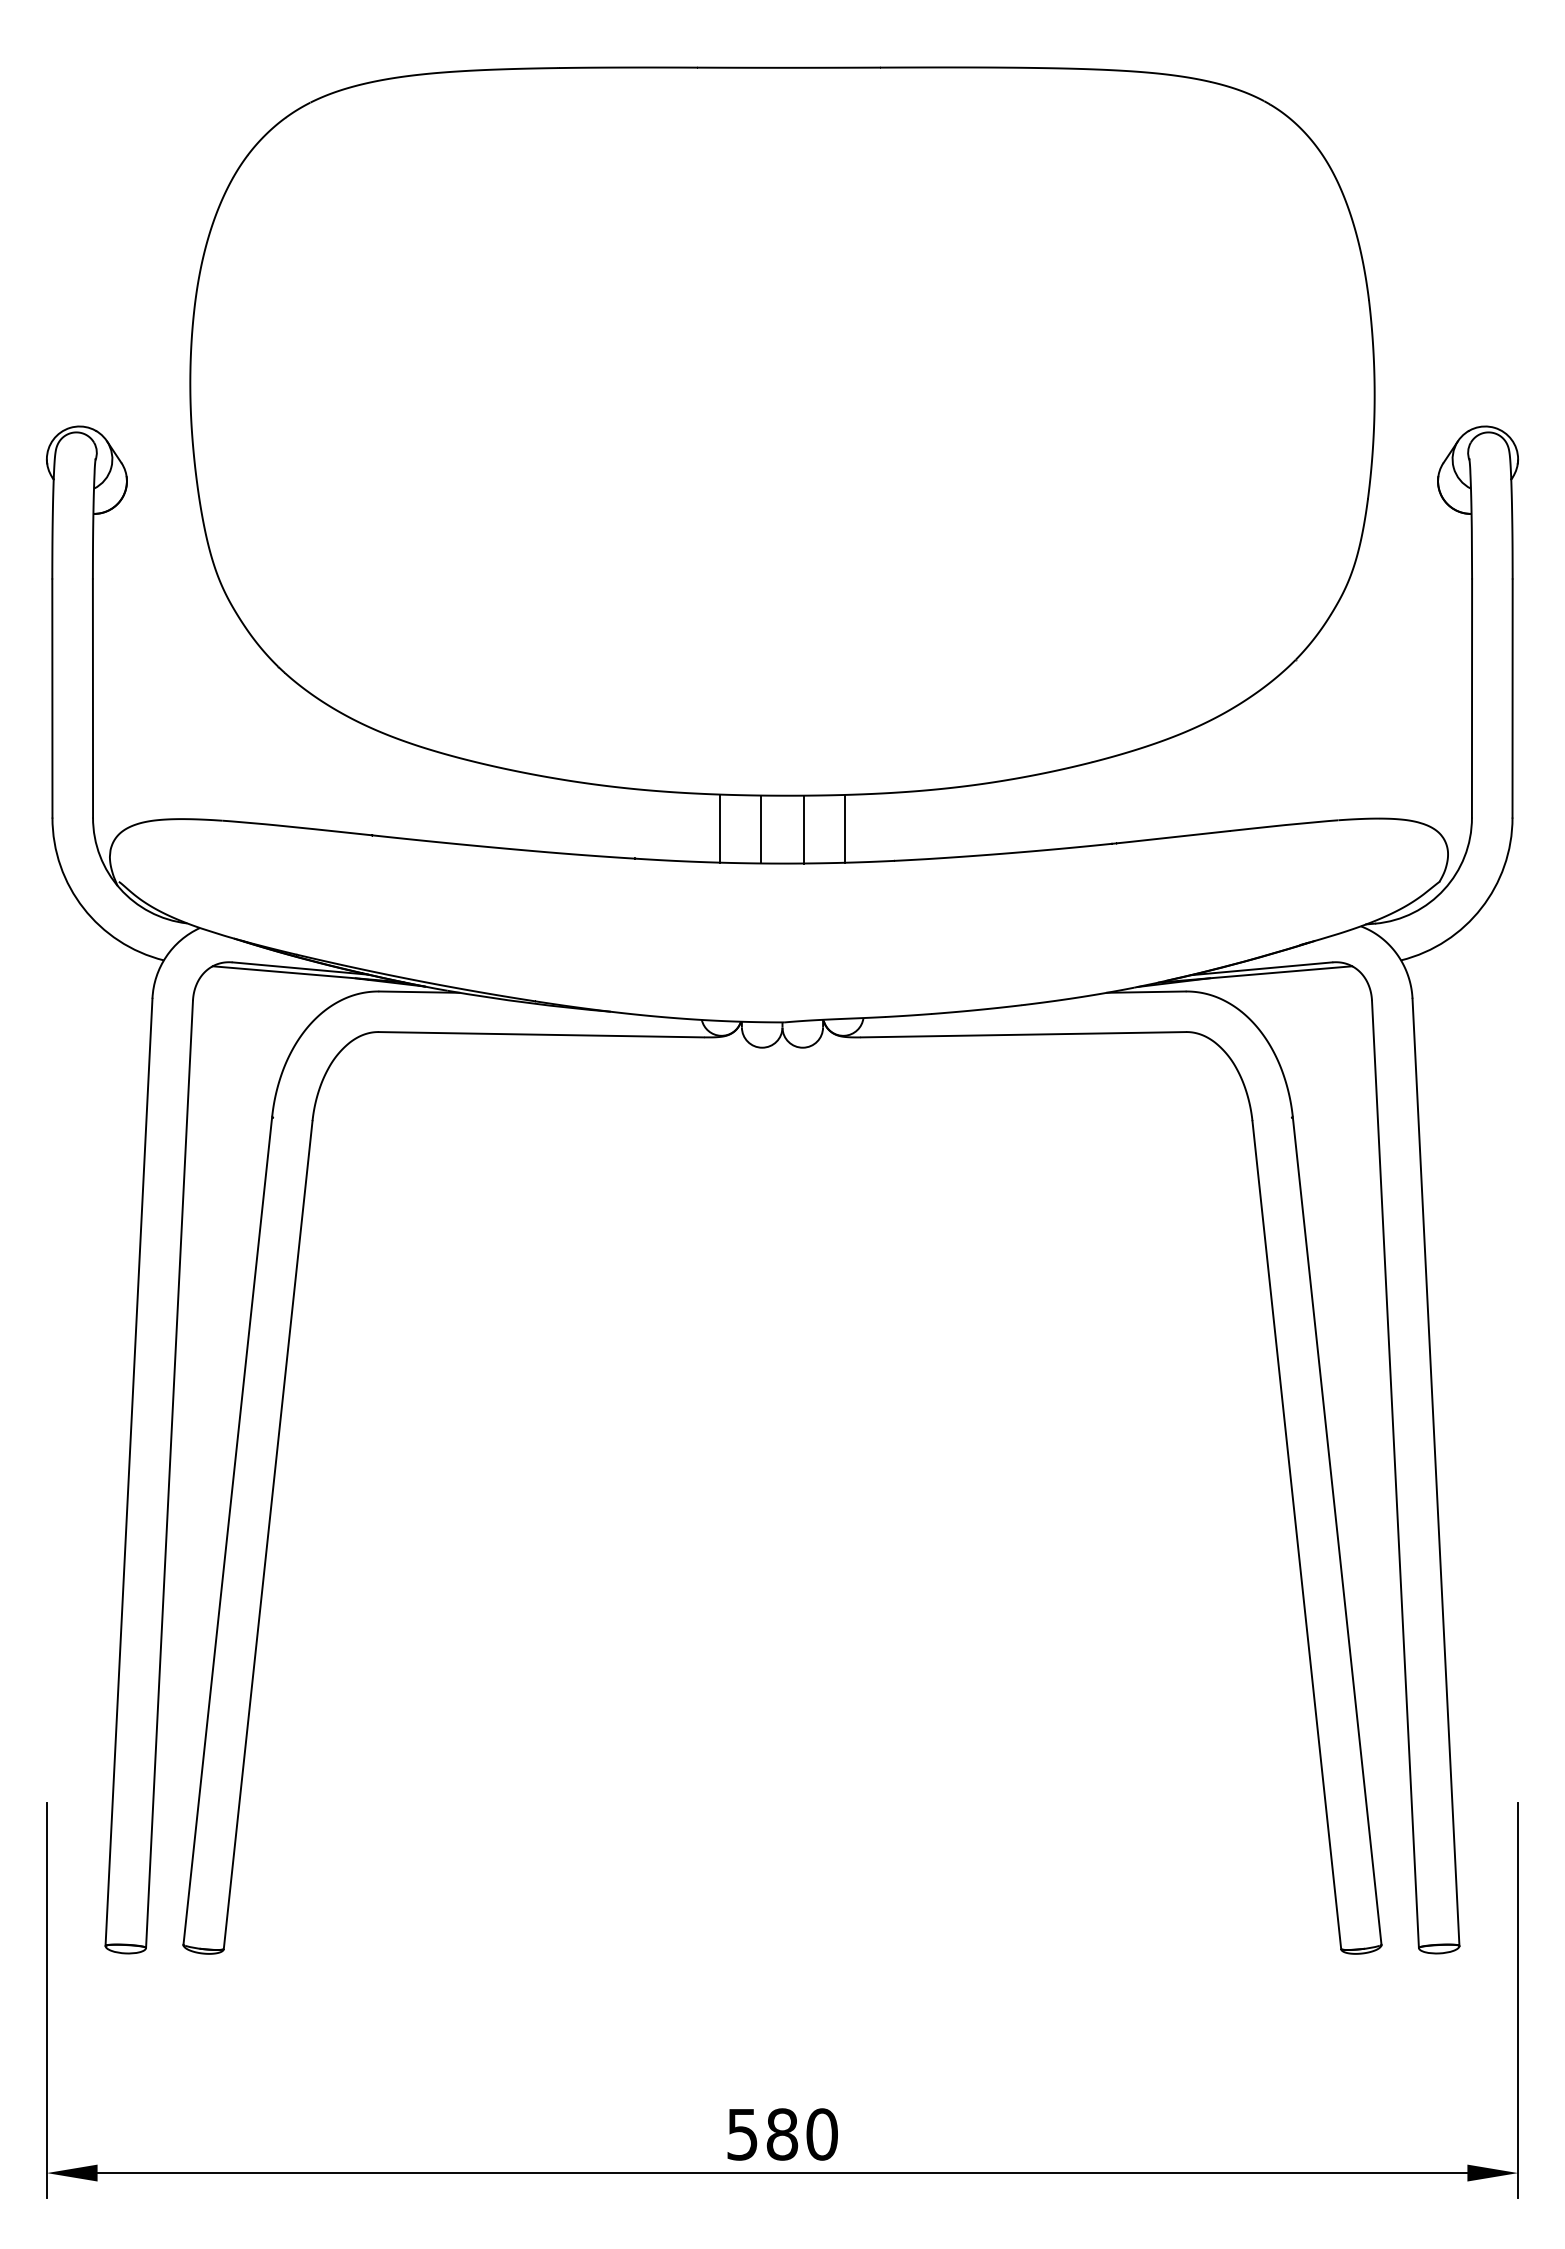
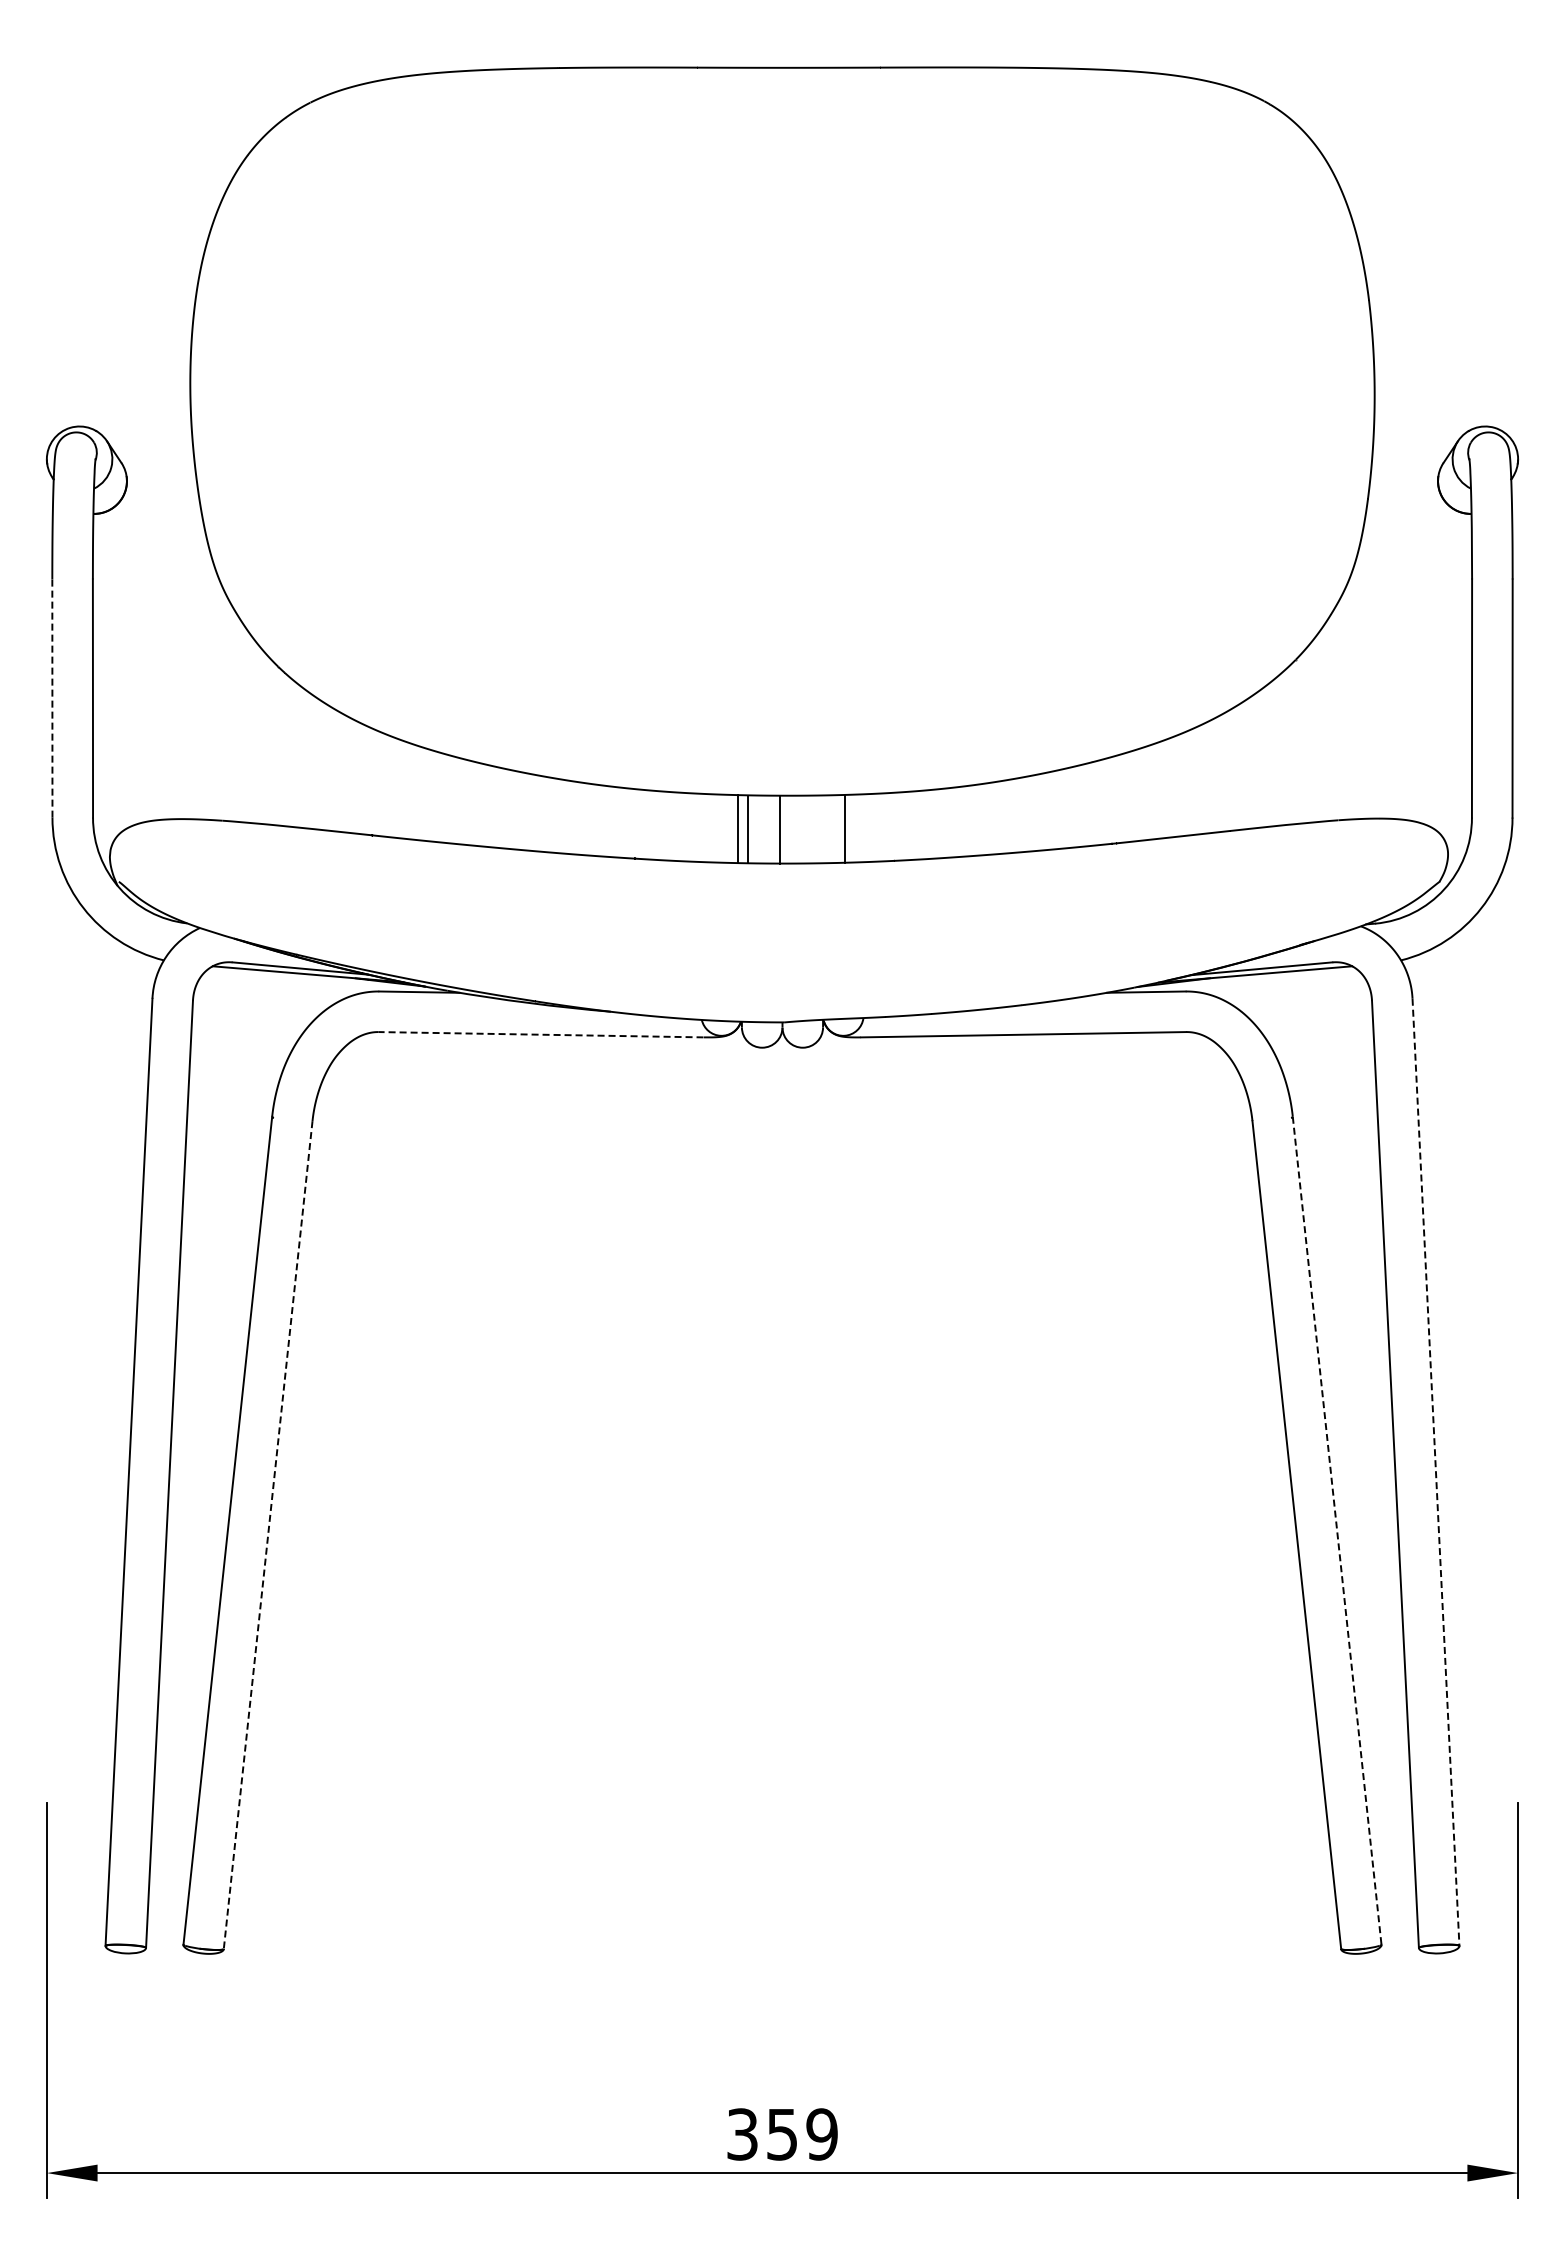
line at (52, 698): solid -> dashed
line at (719, 828) position: (719, 828) -> (737, 828)
line at (760, 829) position: (760, 829) -> (747, 829)
line at (804, 829) position: (804, 829) -> (780, 829)
line at (540, 1034): solid -> dashed
line at (1436, 1472): solid -> dashed
line at (1337, 1531): solid -> dashed
line at (268, 1535): solid -> dashed
text at (782, 2134): 580 -> 359
